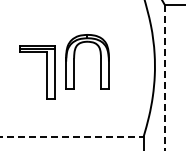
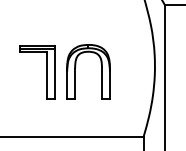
part at (75, 56) position: (75, 56) -> (76, 66)
line at (164, 77): dashed -> solid
line at (71, 136): dashed -> solid
